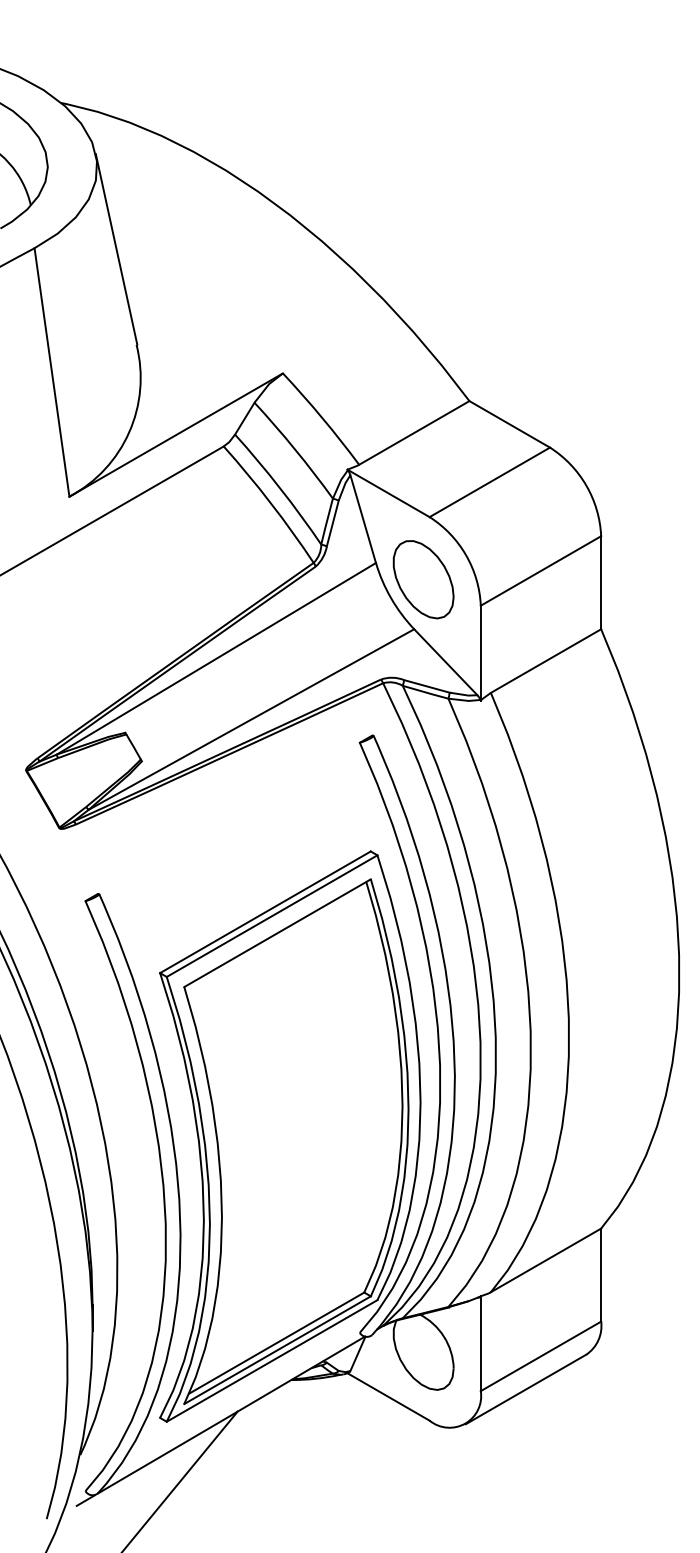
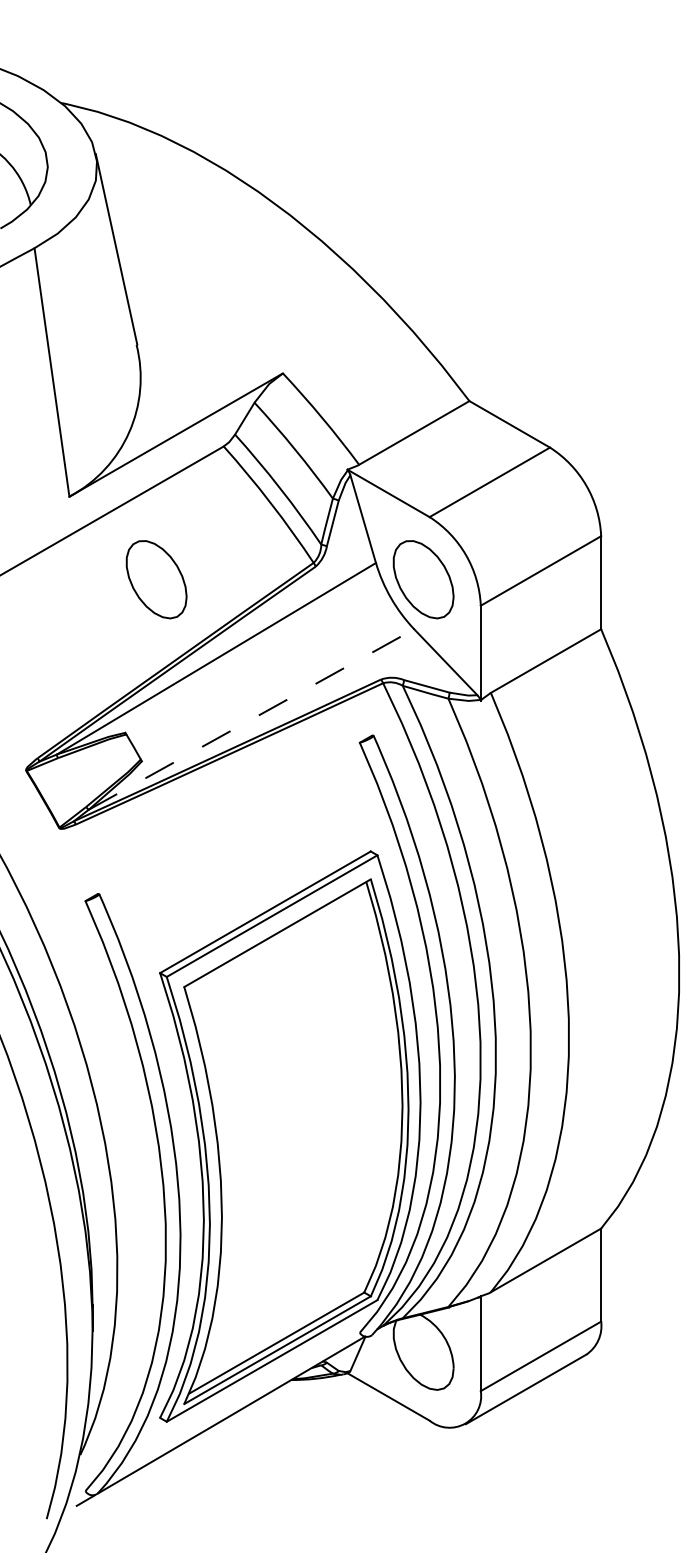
part at (156, 579): none -> present
line at (251, 719): solid -> dashed
line at (180, 1480): present -> none
